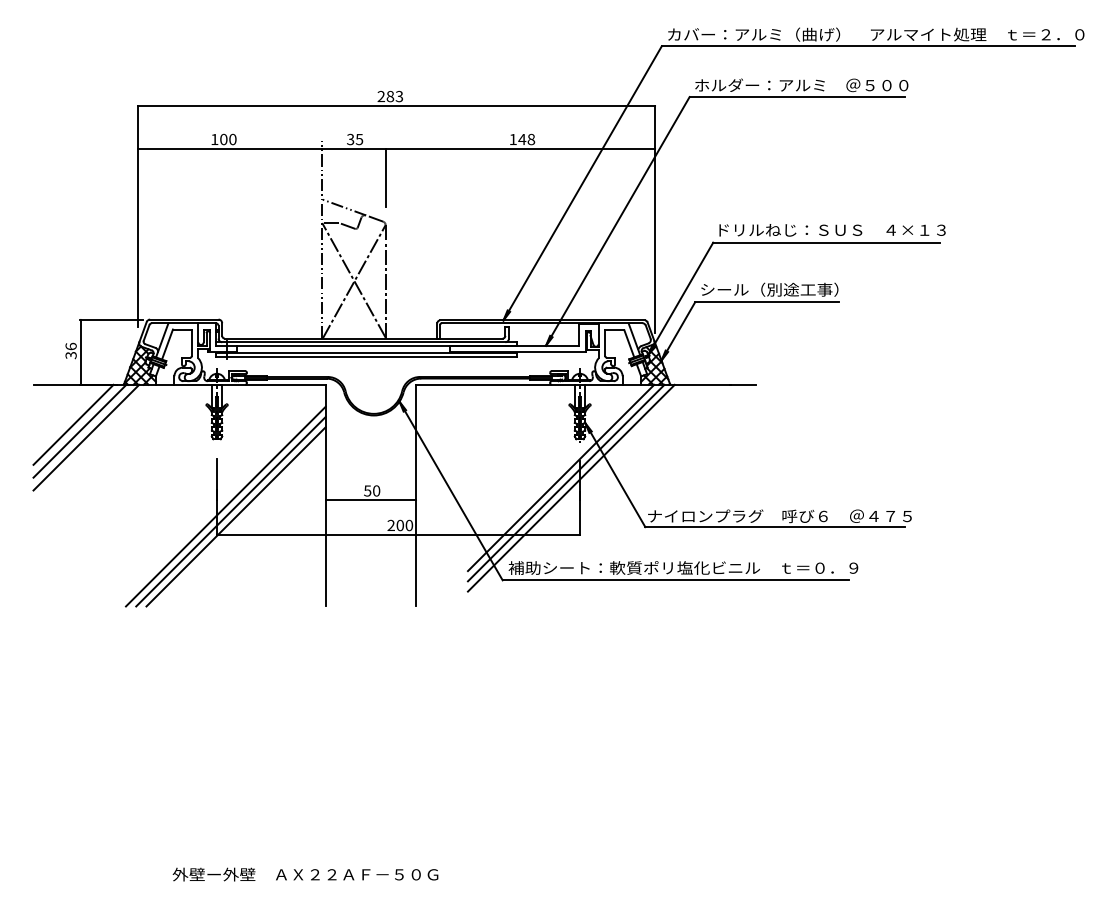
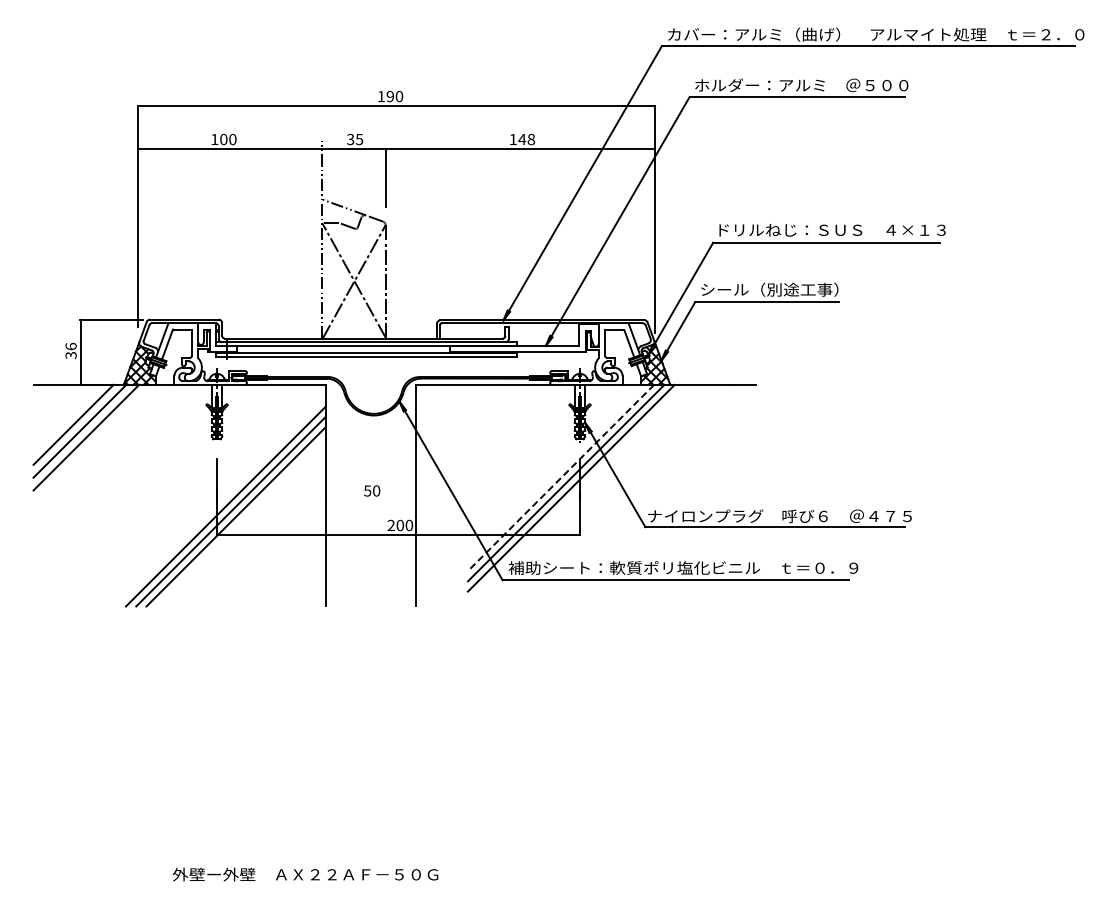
text at (390, 96): 283 -> 190
line at (561, 477): solid -> dashed
line at (370, 500): present -> none
